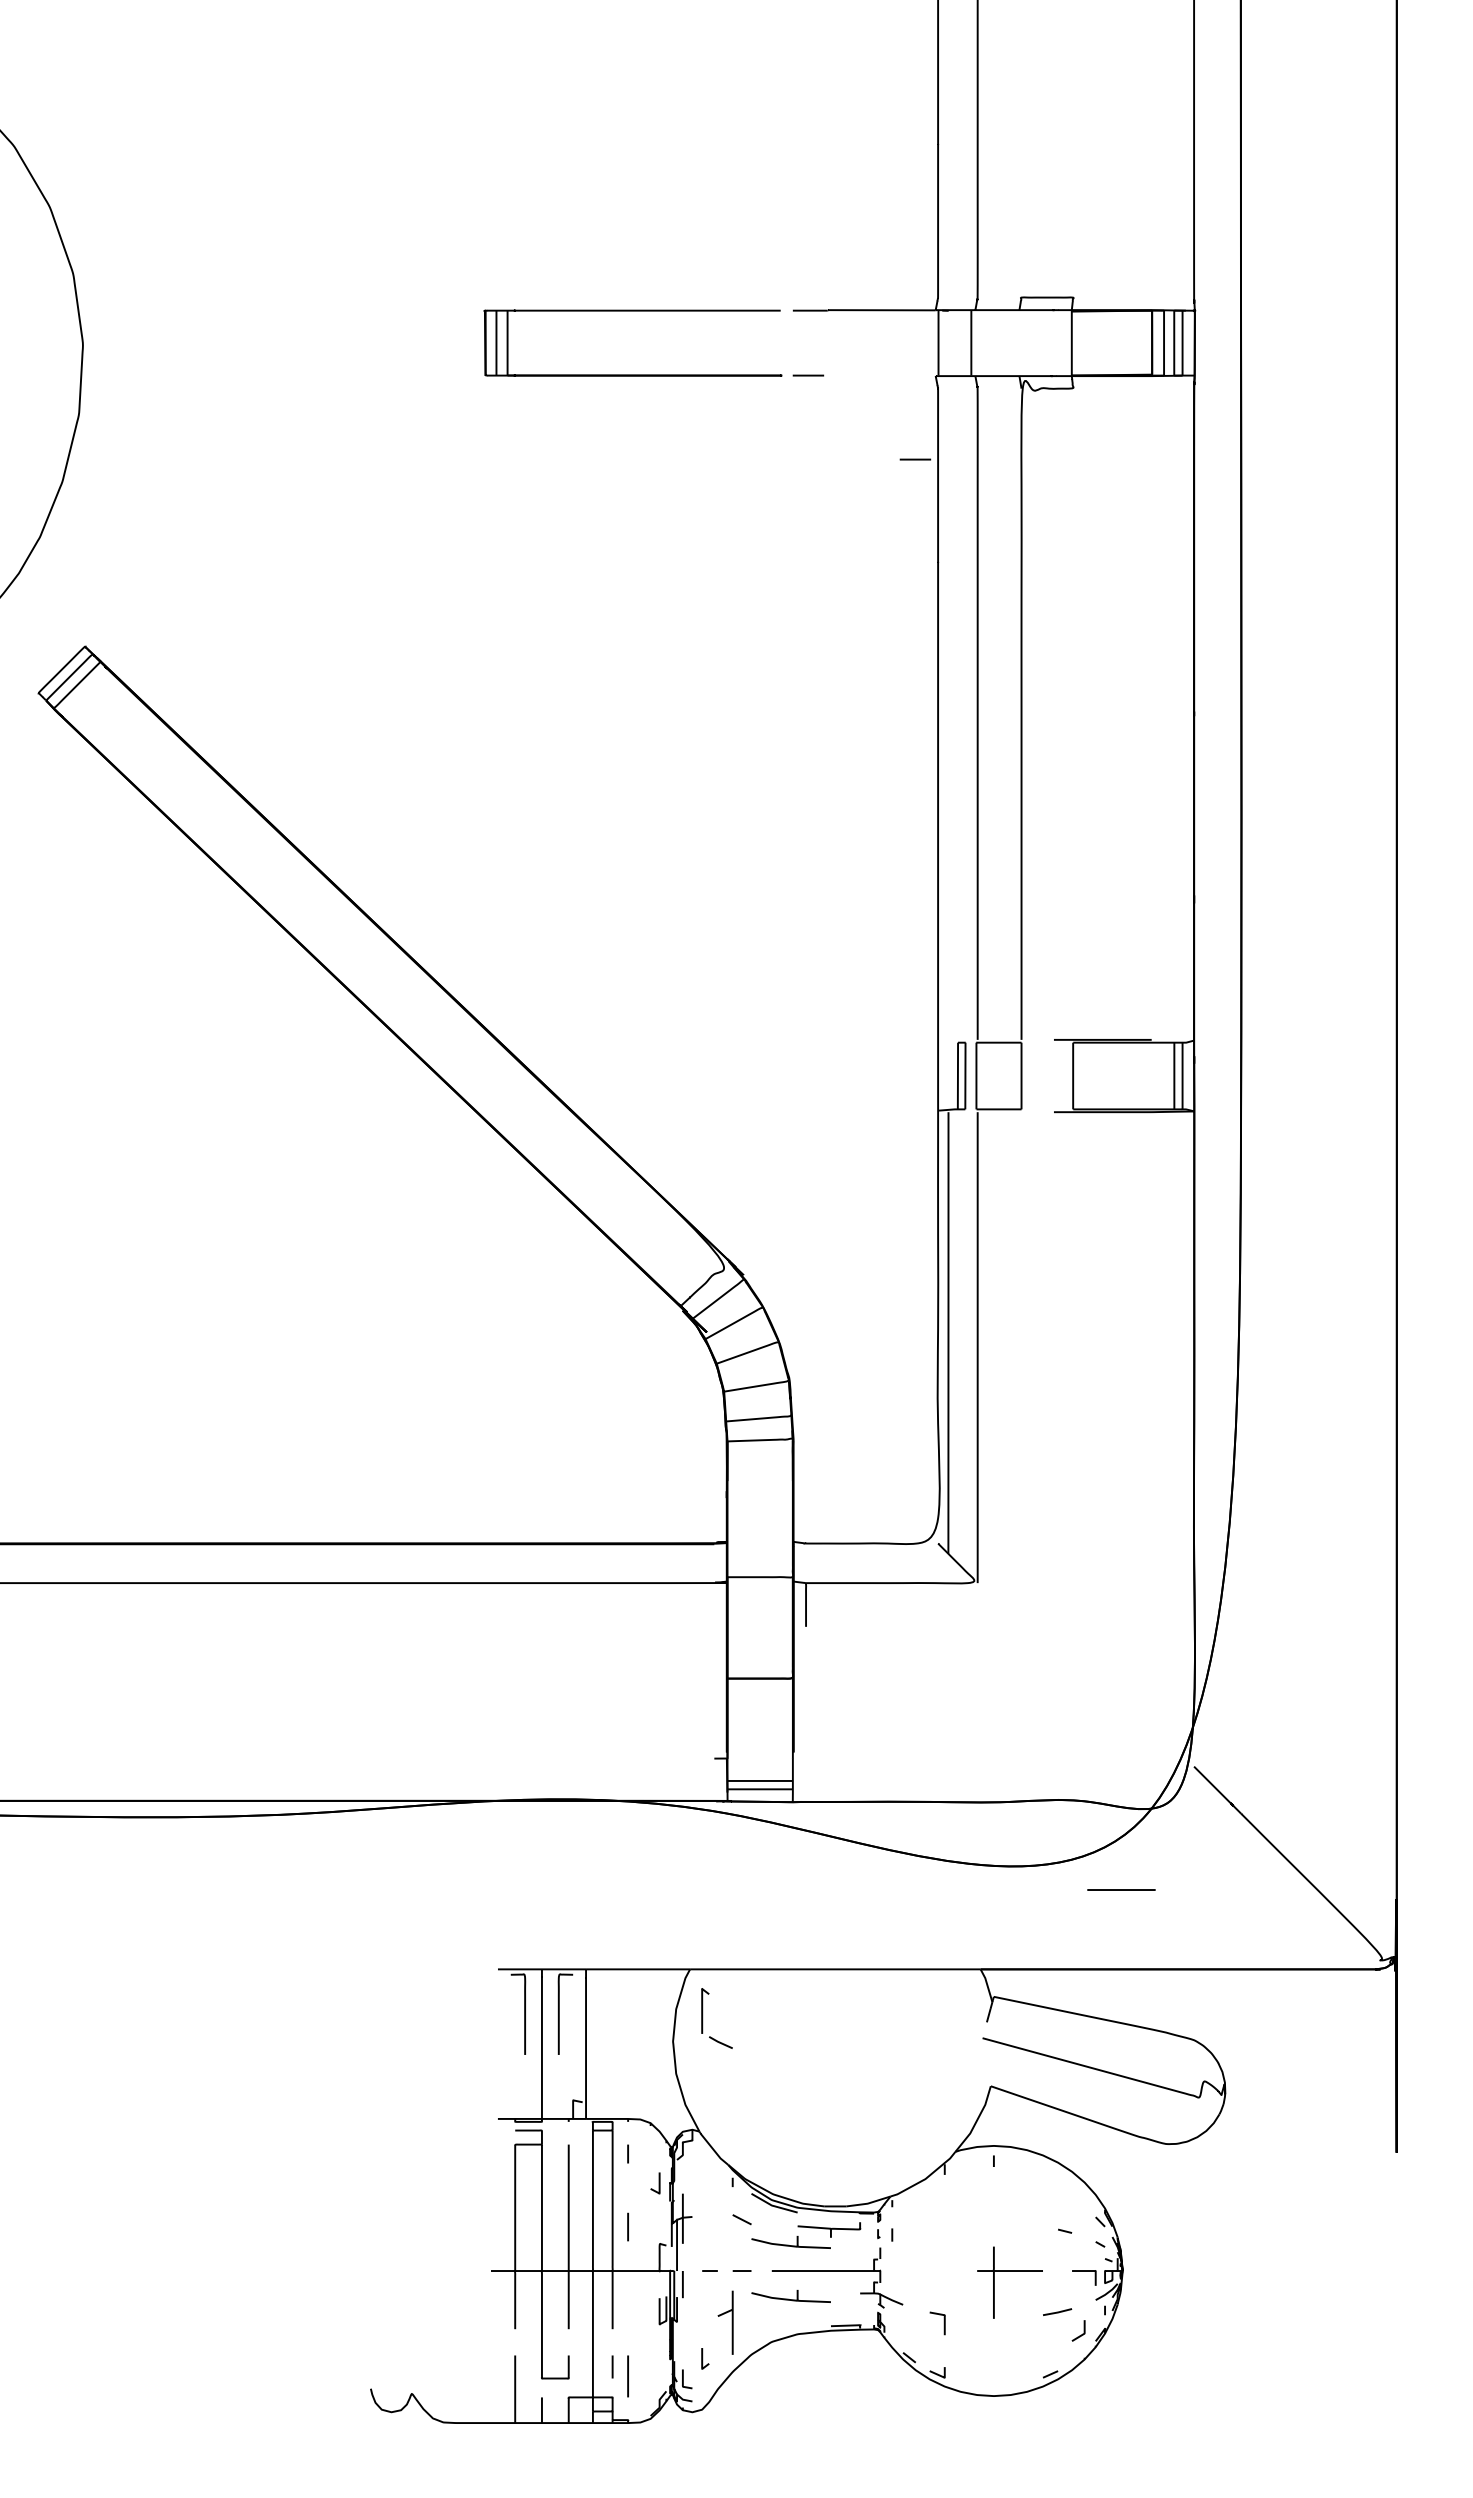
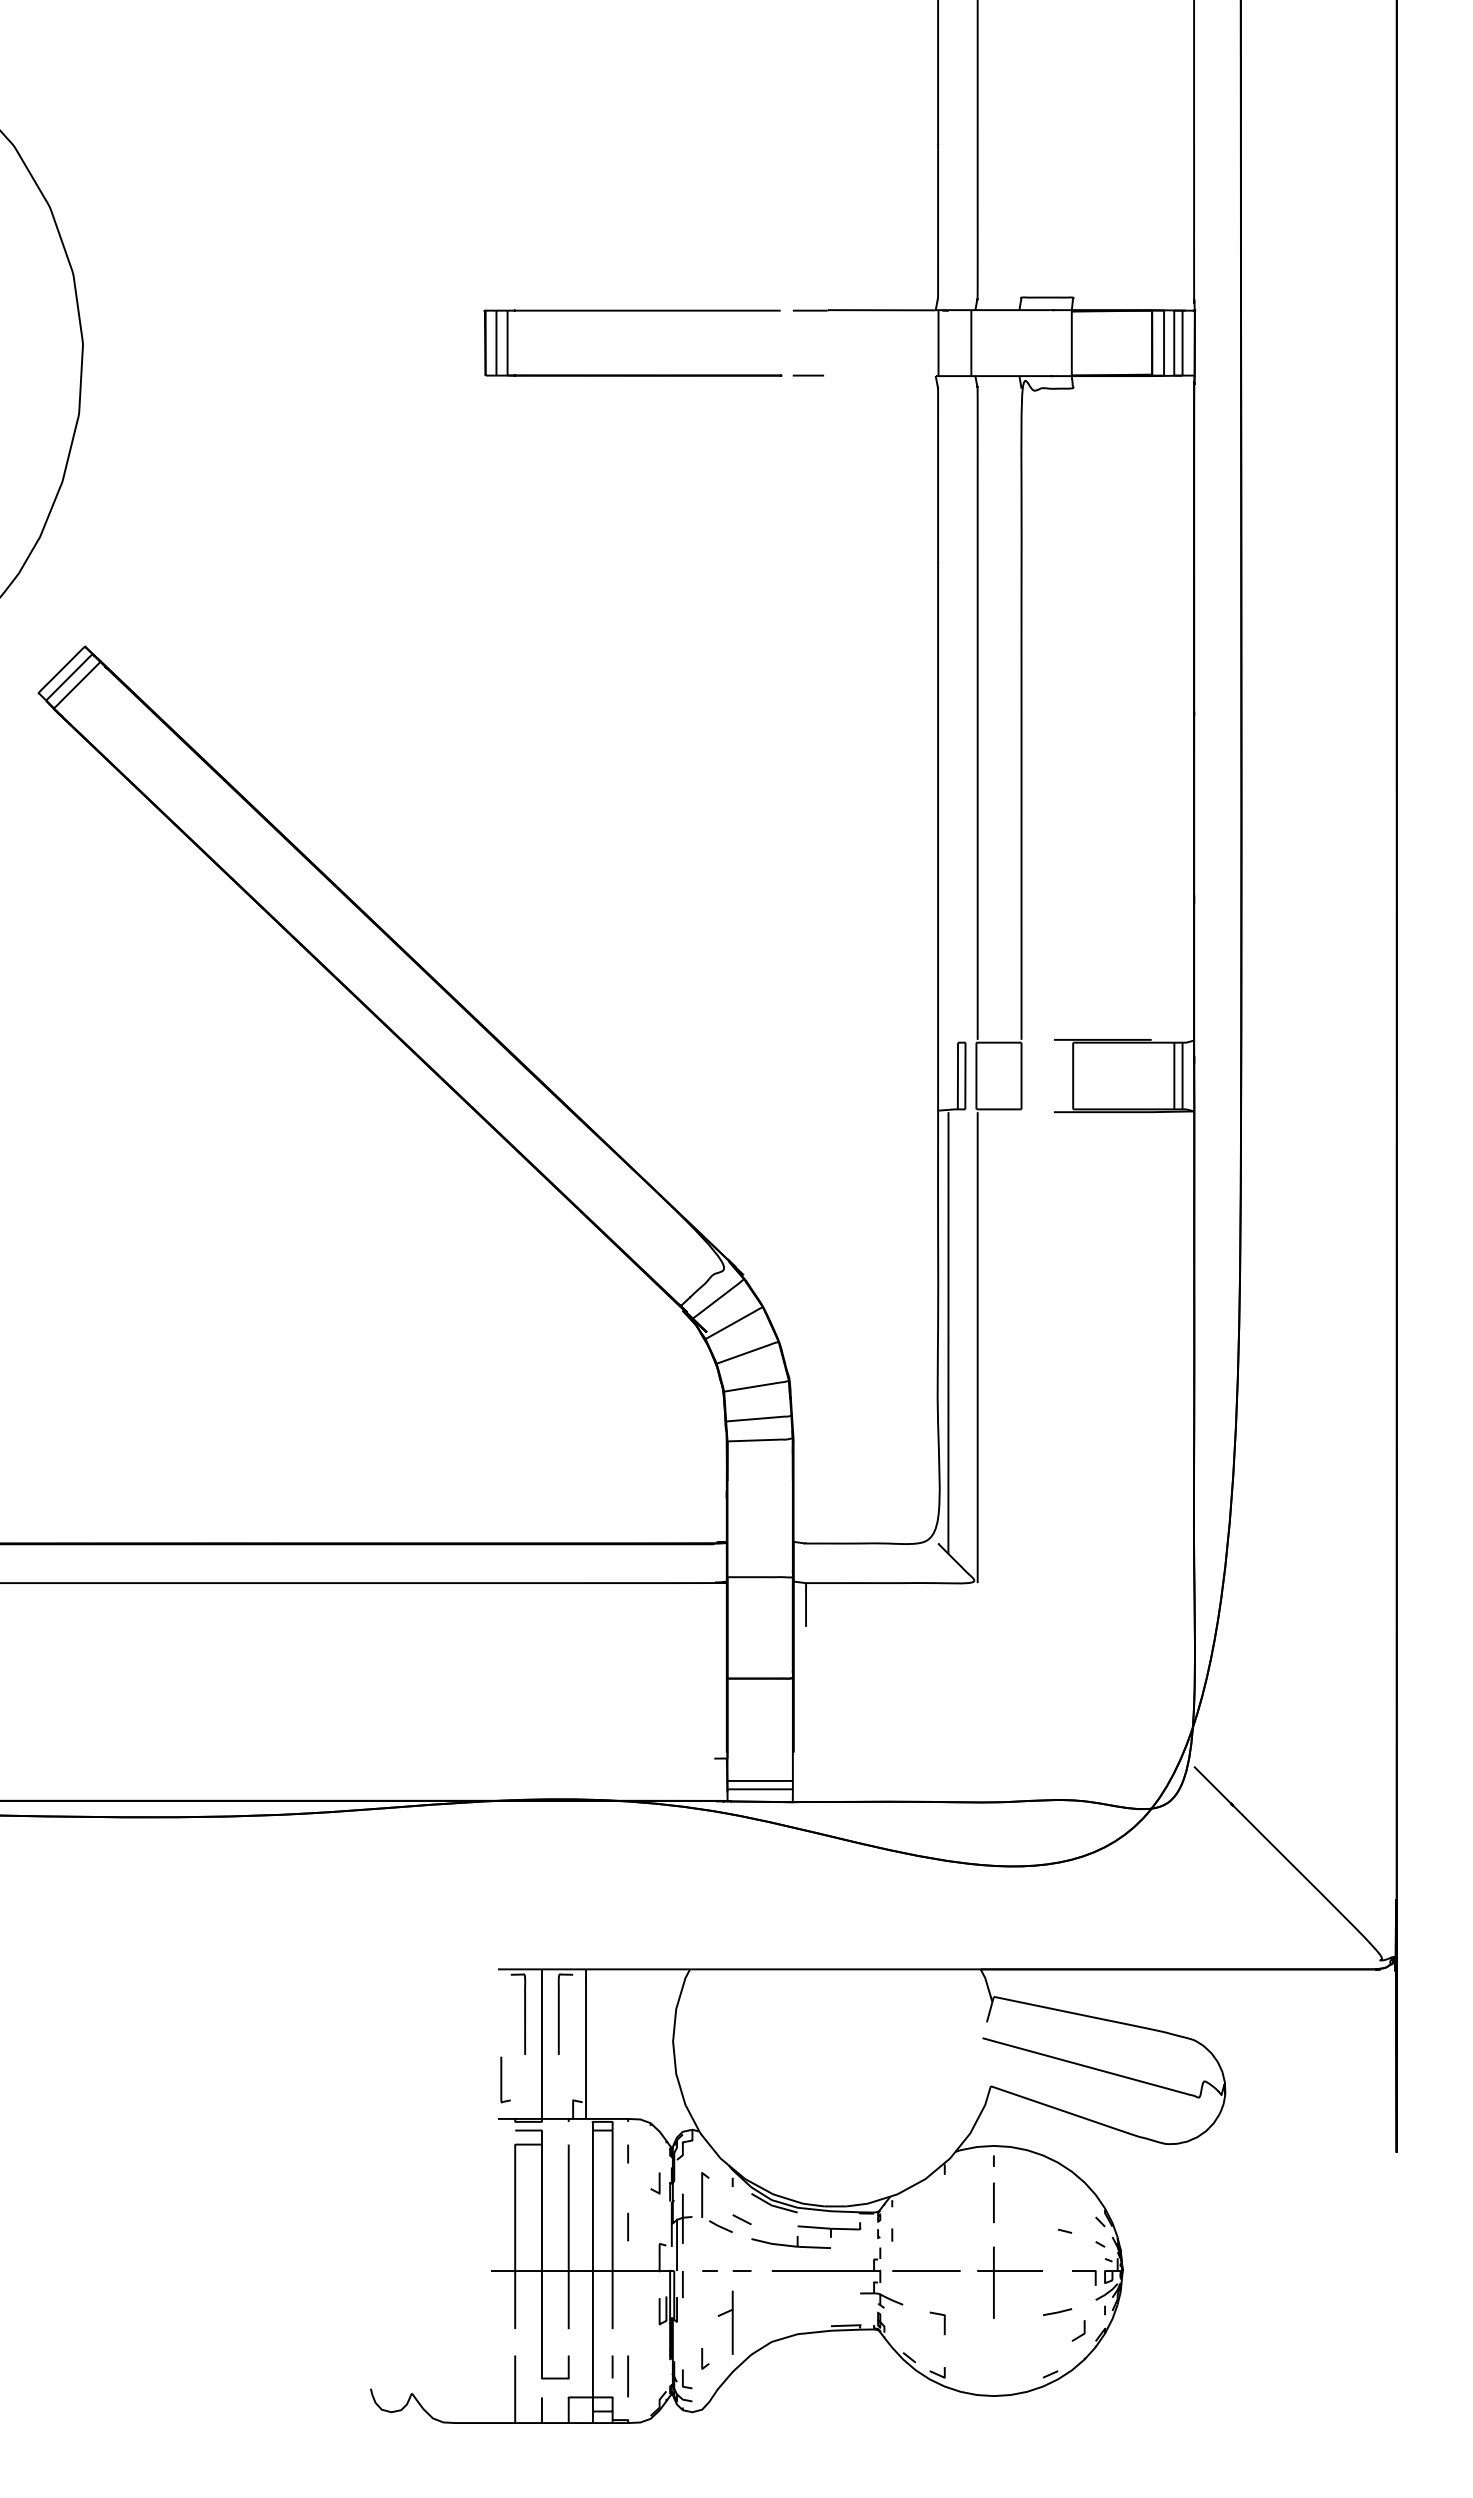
line at (915, 459): present -> none
line at (1121, 1889) position: (1121, 1889) -> (926, 2270)
part at (703, 2018) position: (703, 2018) -> (703, 2202)
curve at (502, 2079): none -> present
line at (993, 2202): none -> present
part at (790, 2296): present -> none
